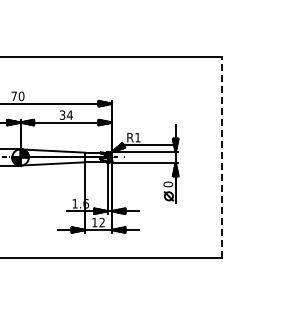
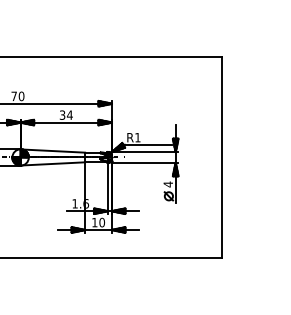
line at (222, 157): dashed -> solid
text at (168, 184): 0 -> 4
text at (102, 222): 12 -> 10
